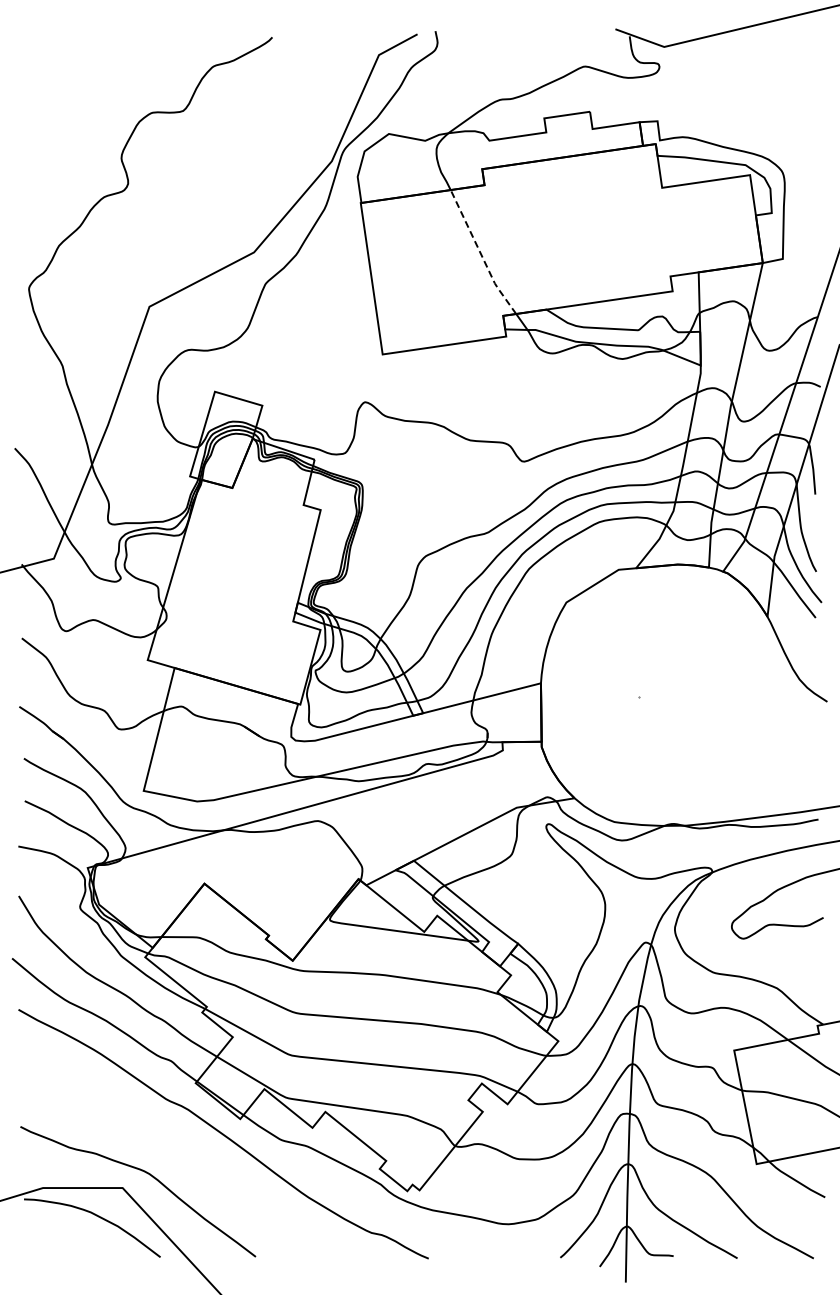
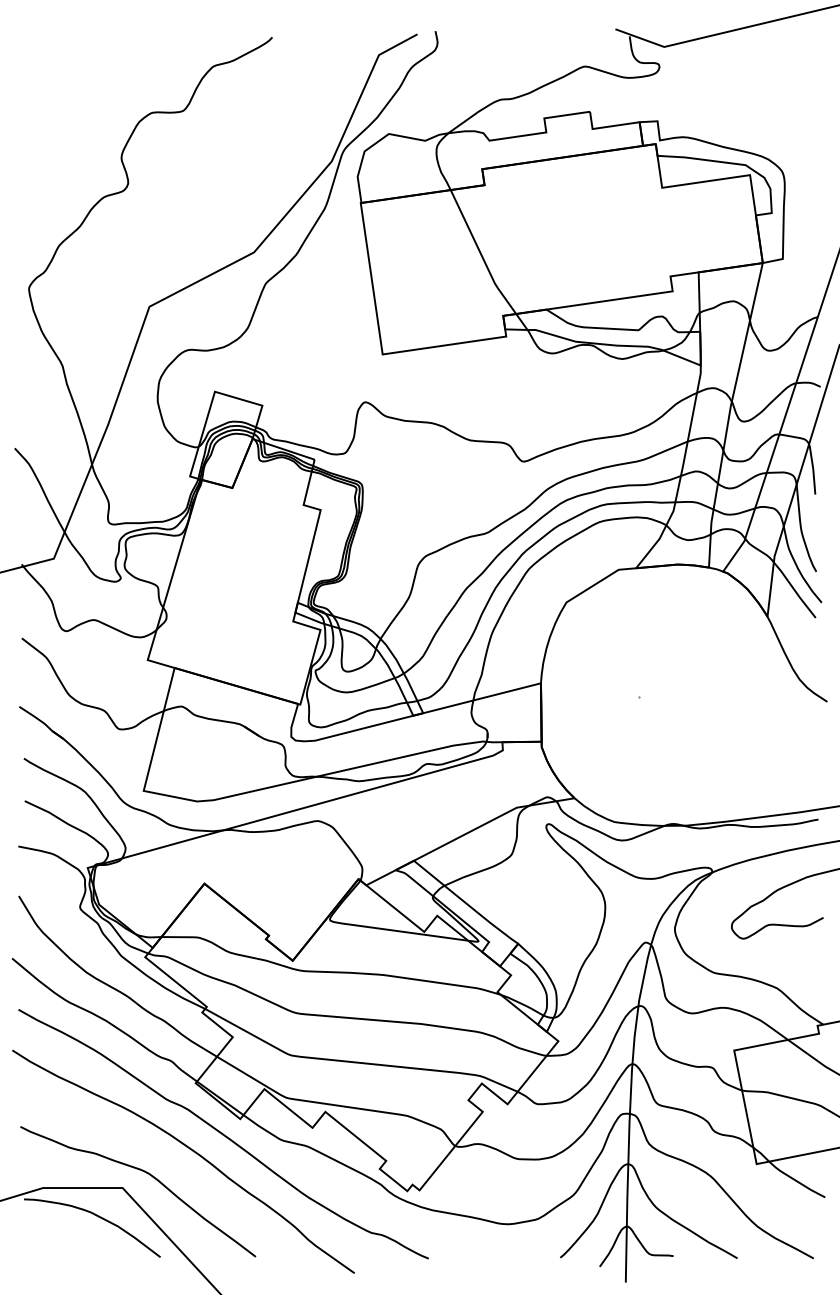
line at (481, 254): dashed -> solid
curve at (189, 1149): none -> present
